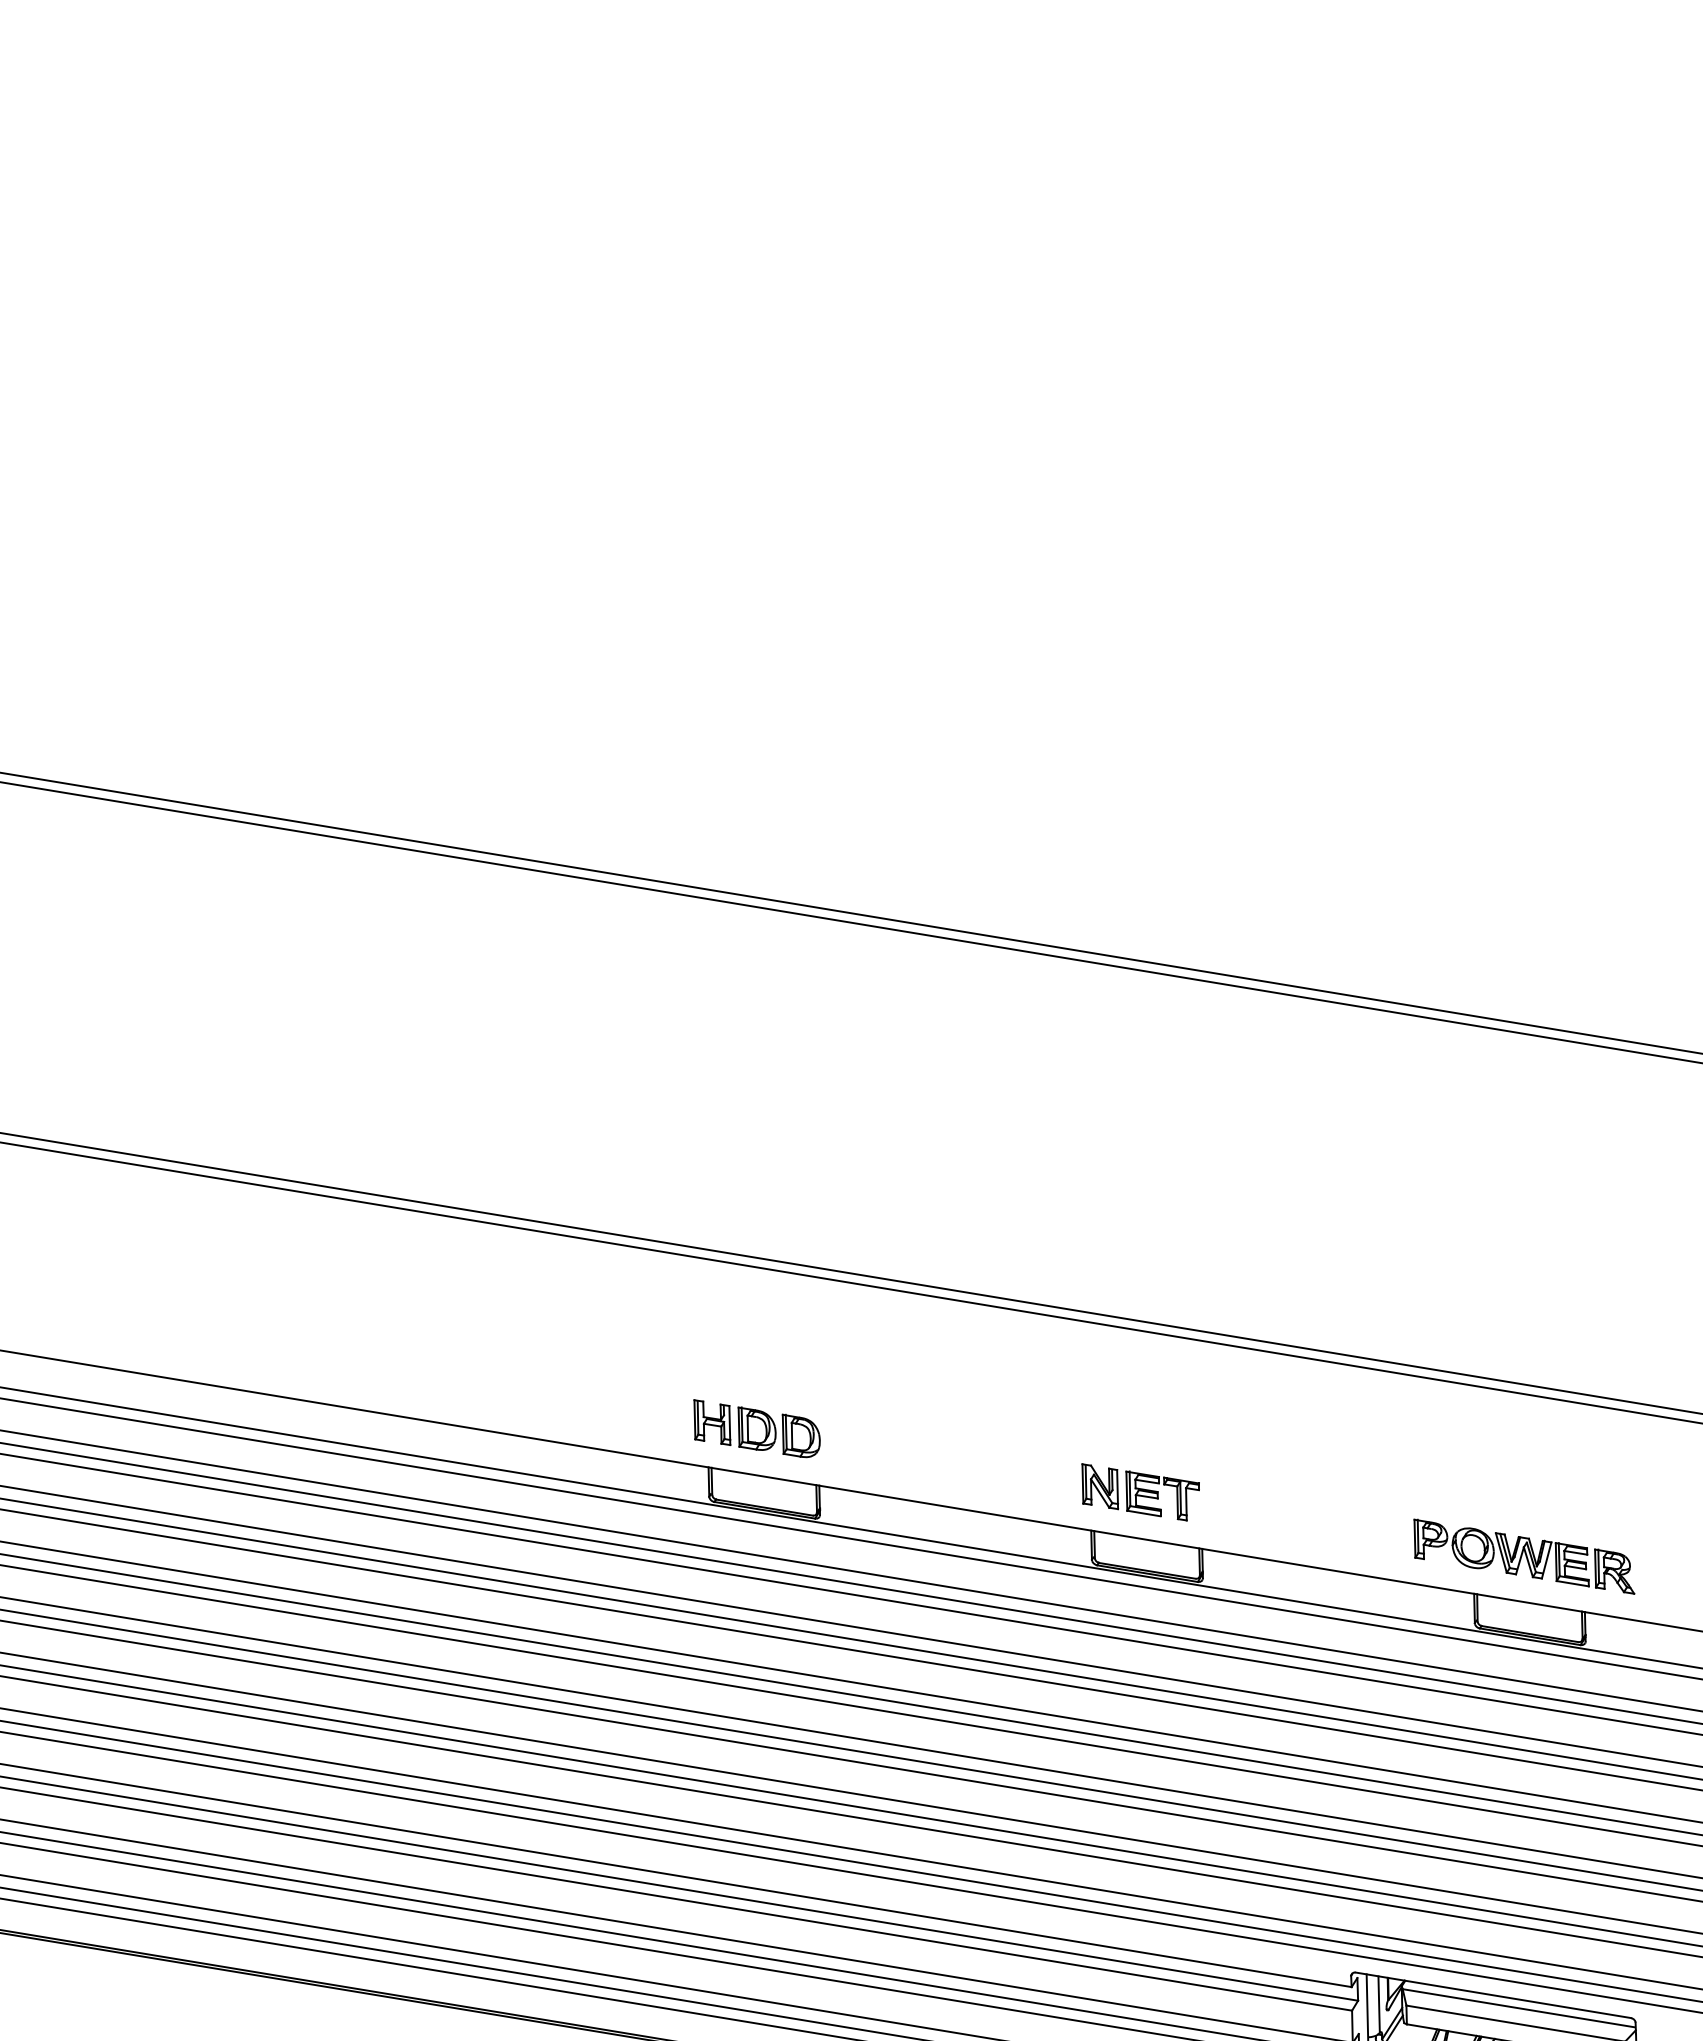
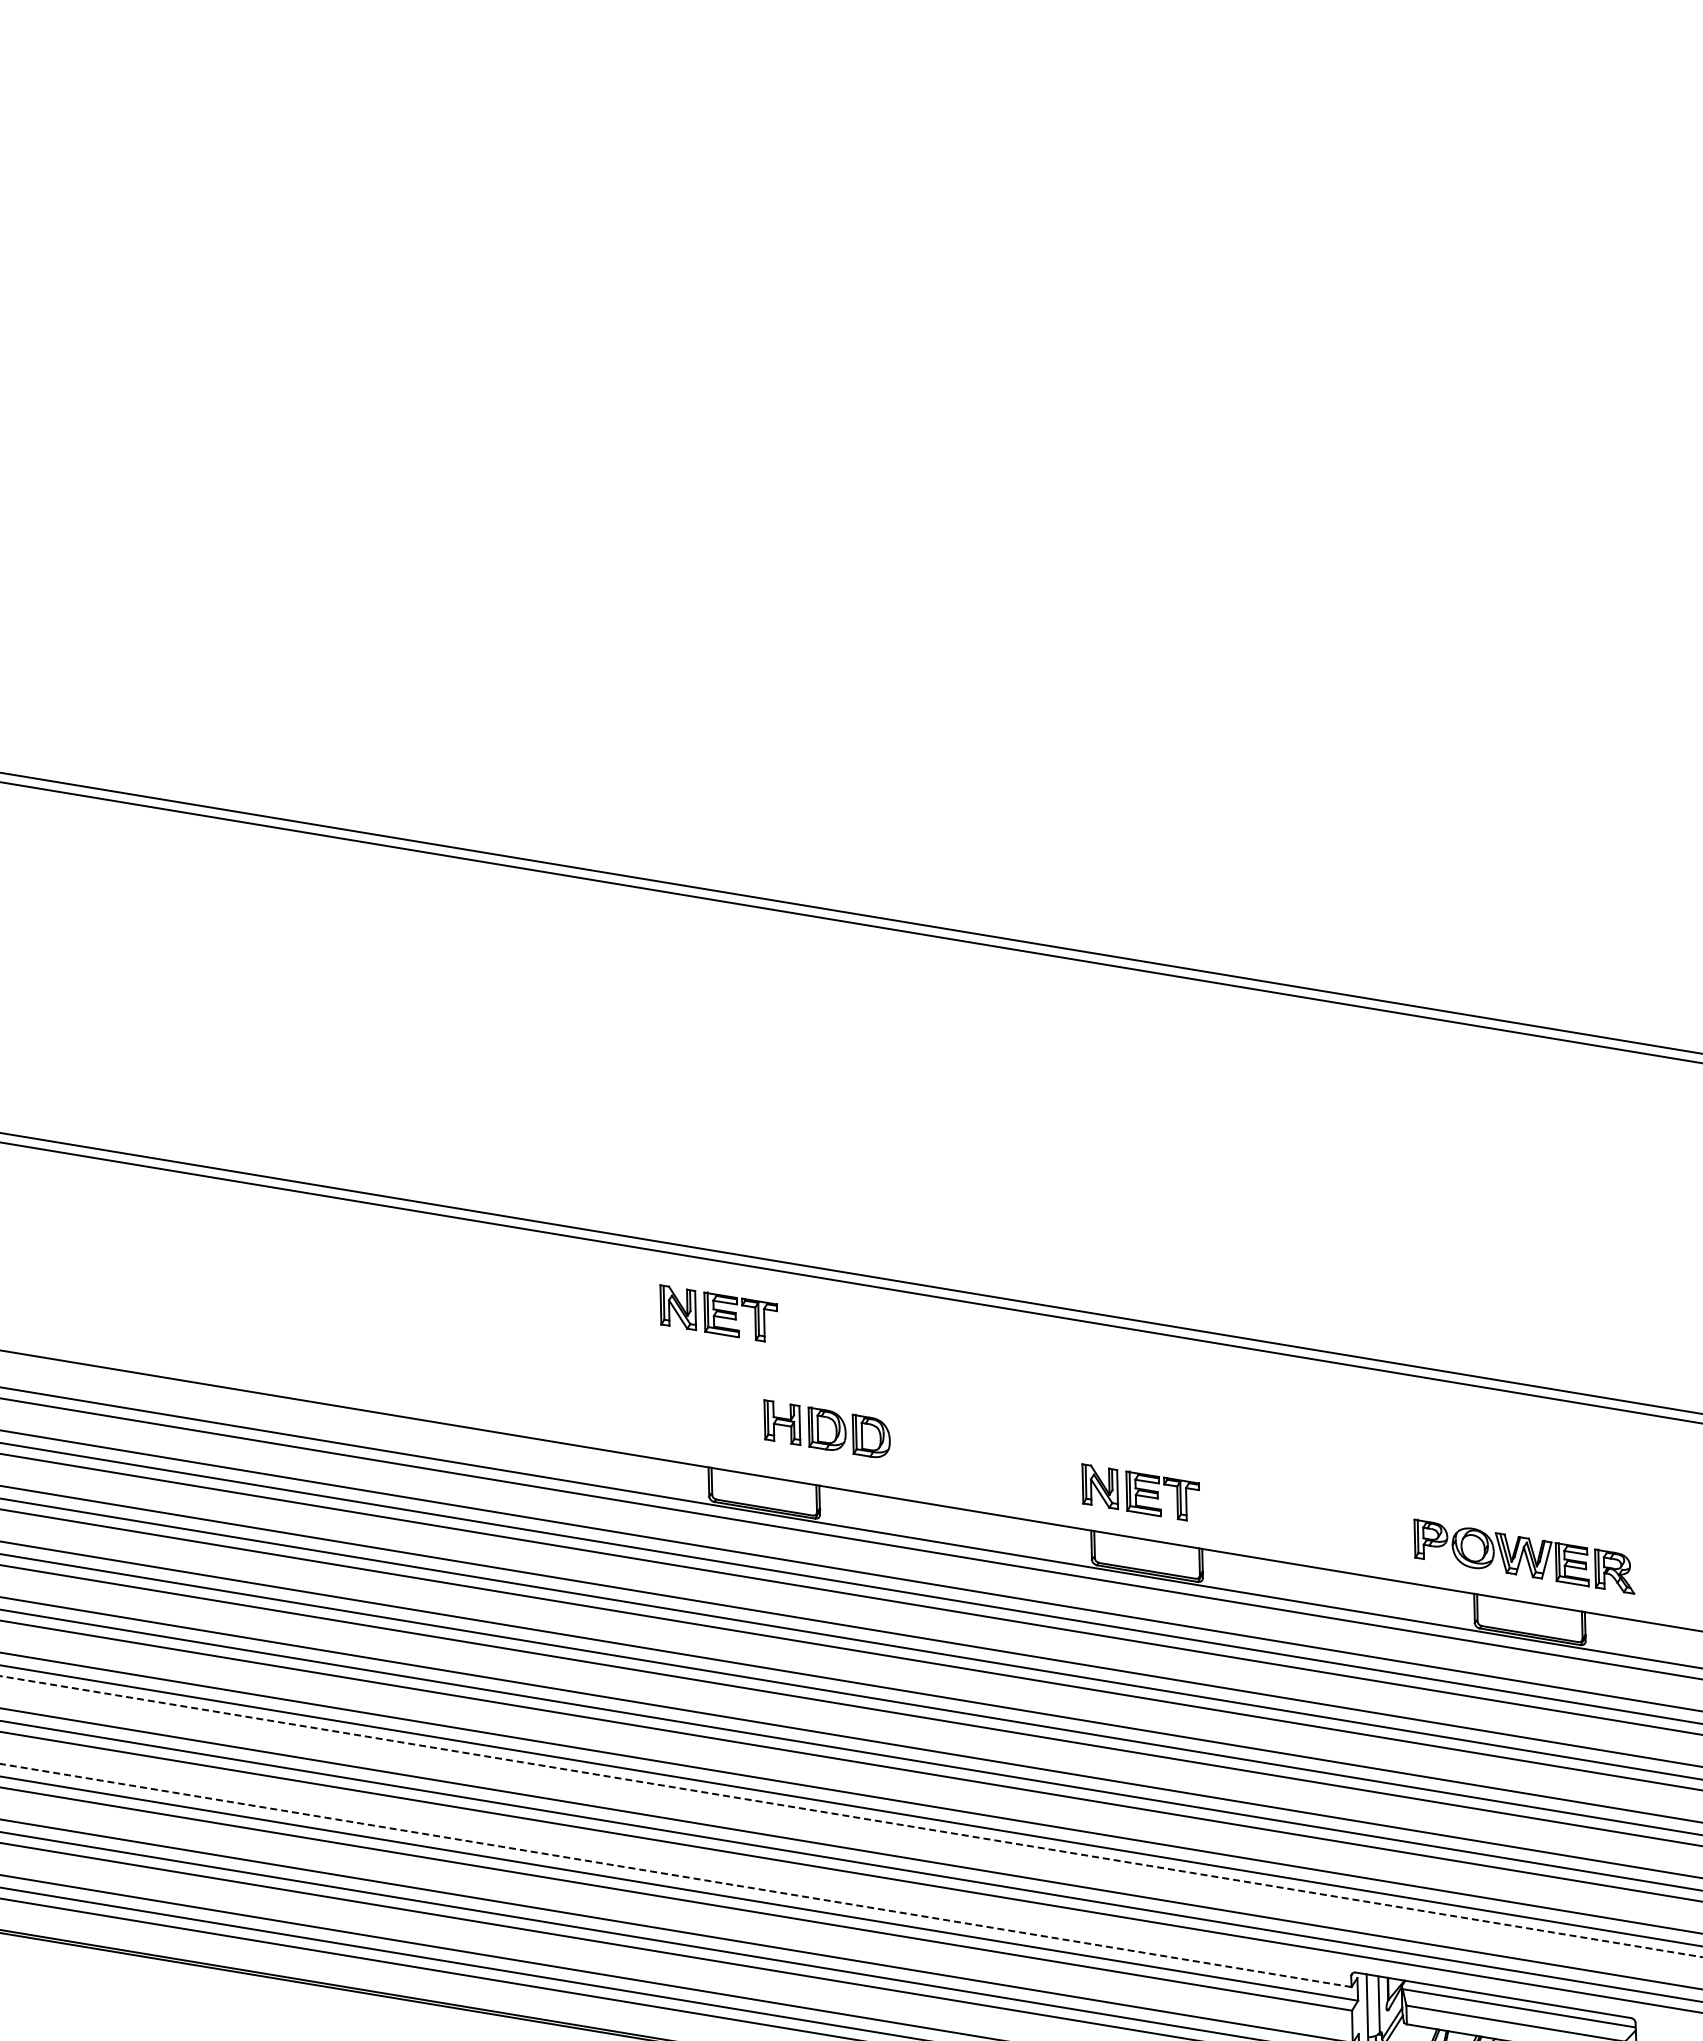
part at (718, 1313): none -> present
part at (756, 1428) position: (756, 1428) -> (826, 1428)
line at (851, 1816): solid -> dashed
line at (675, 1875): solid -> dashed
